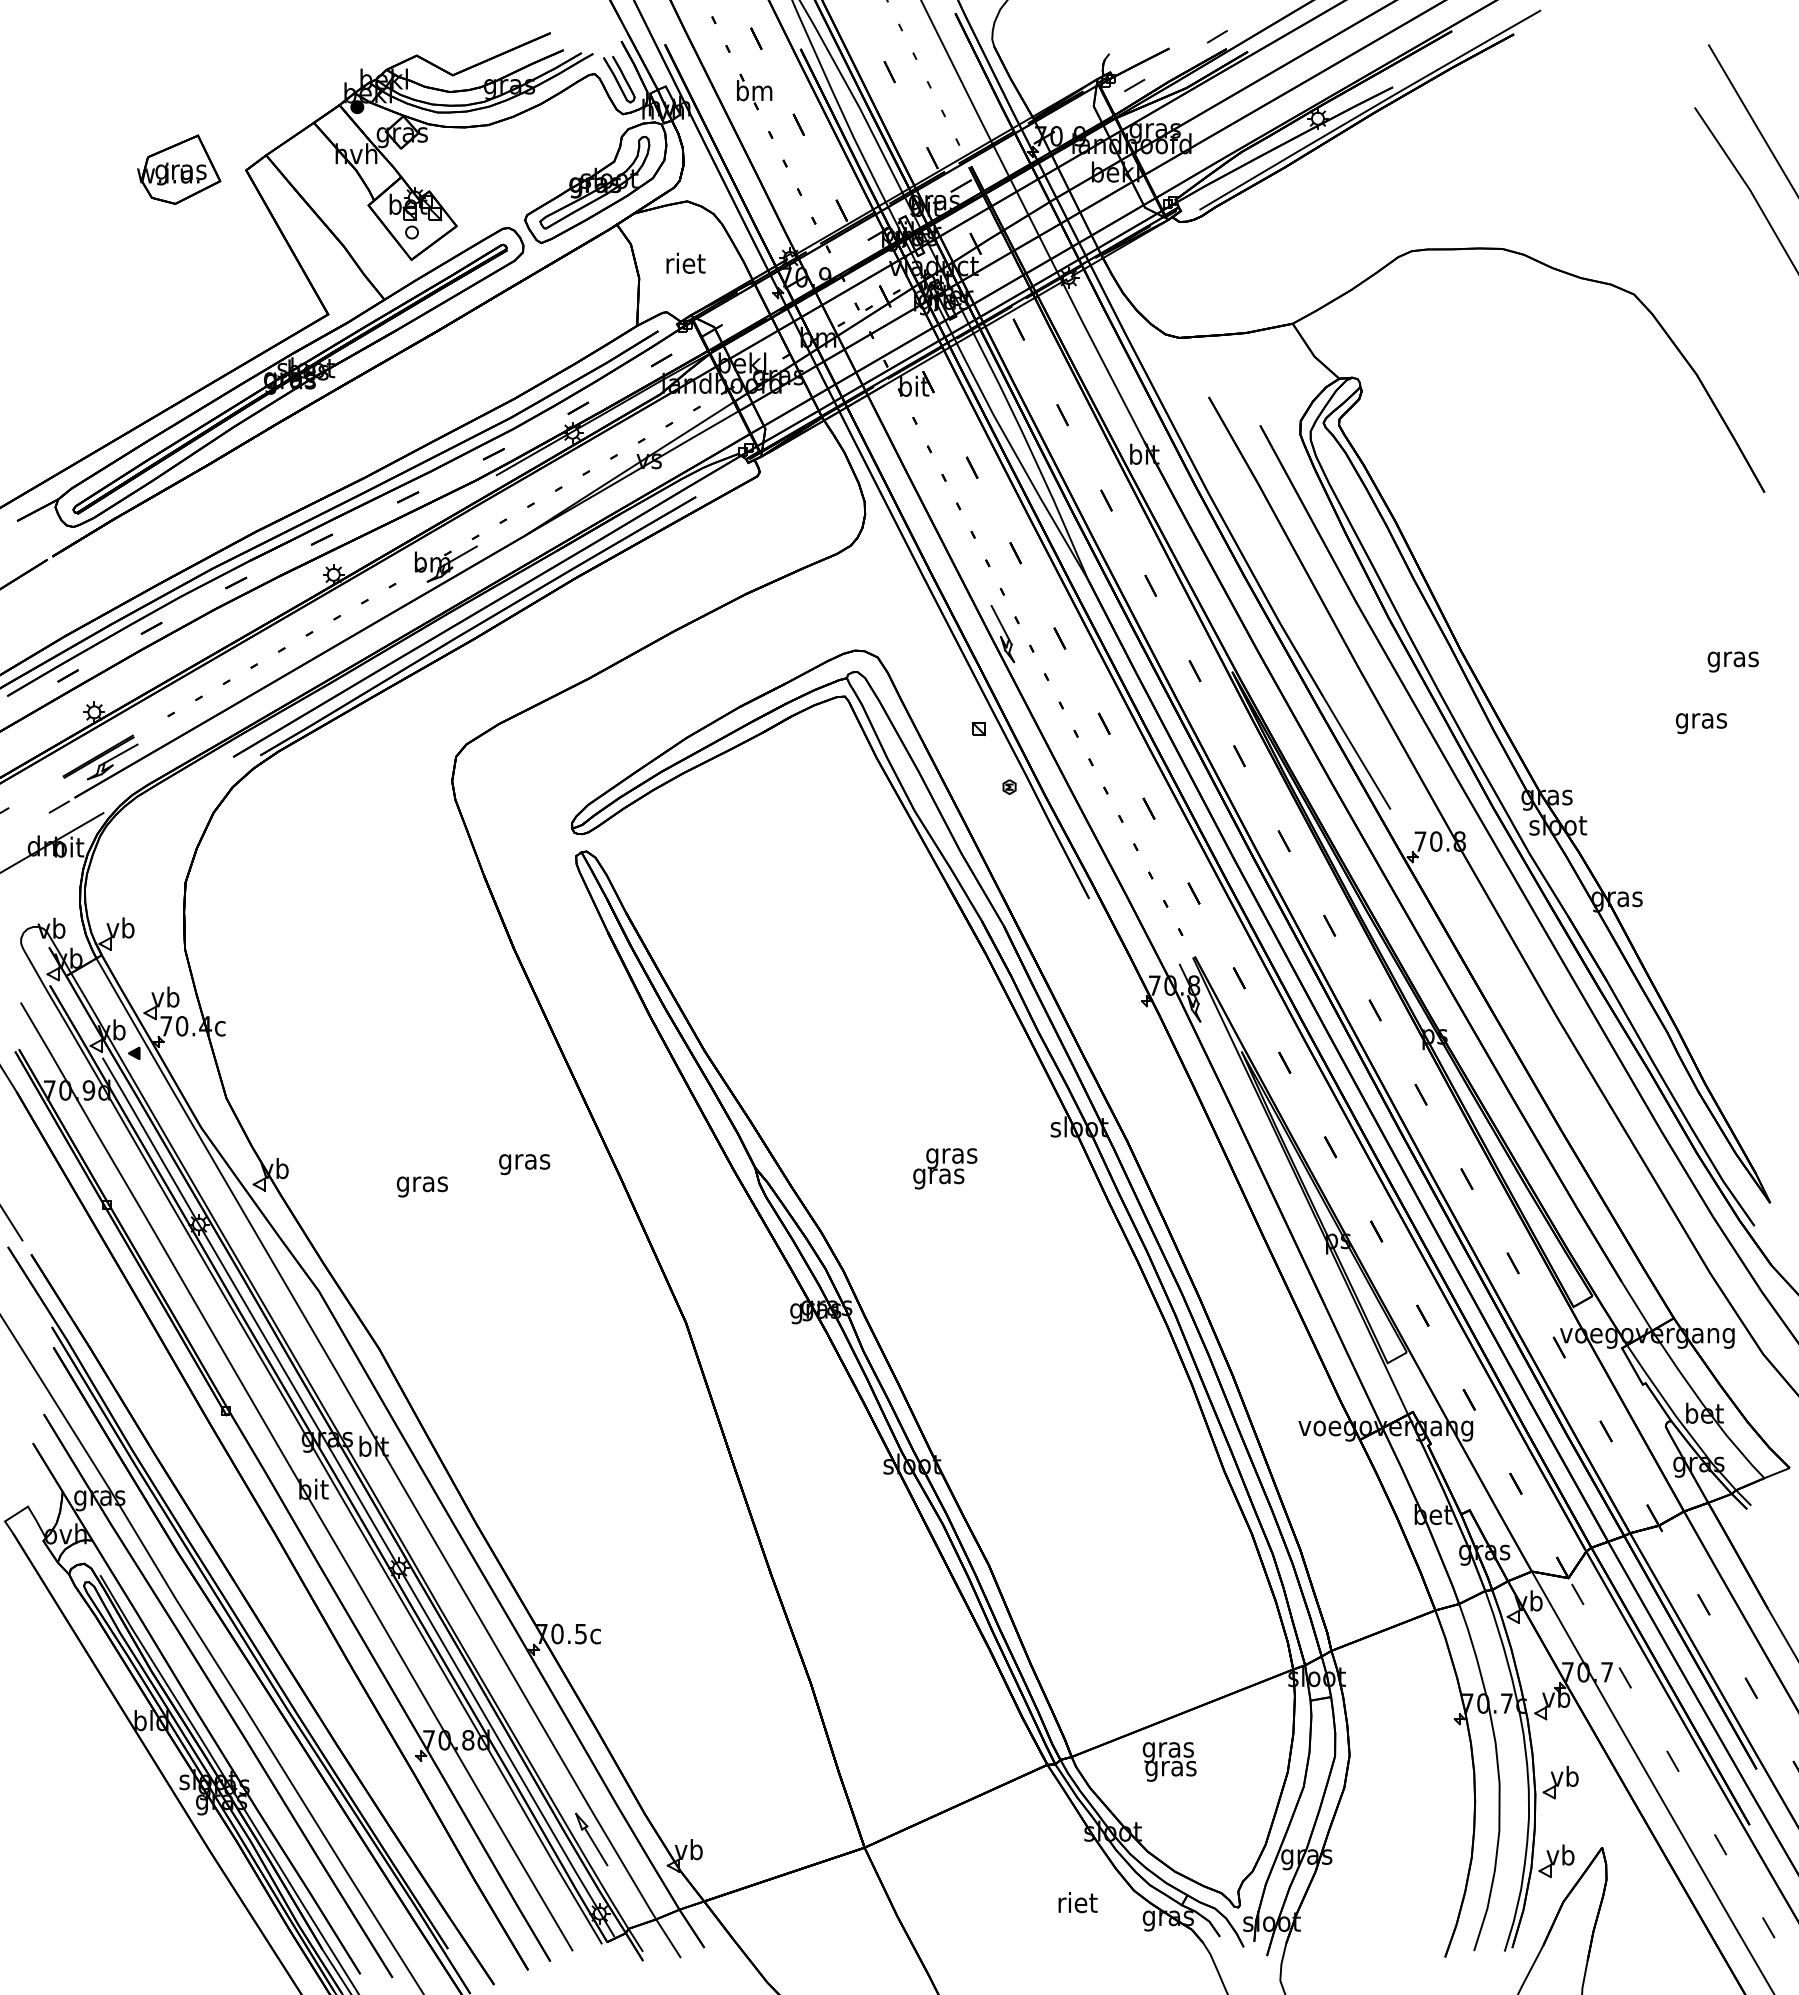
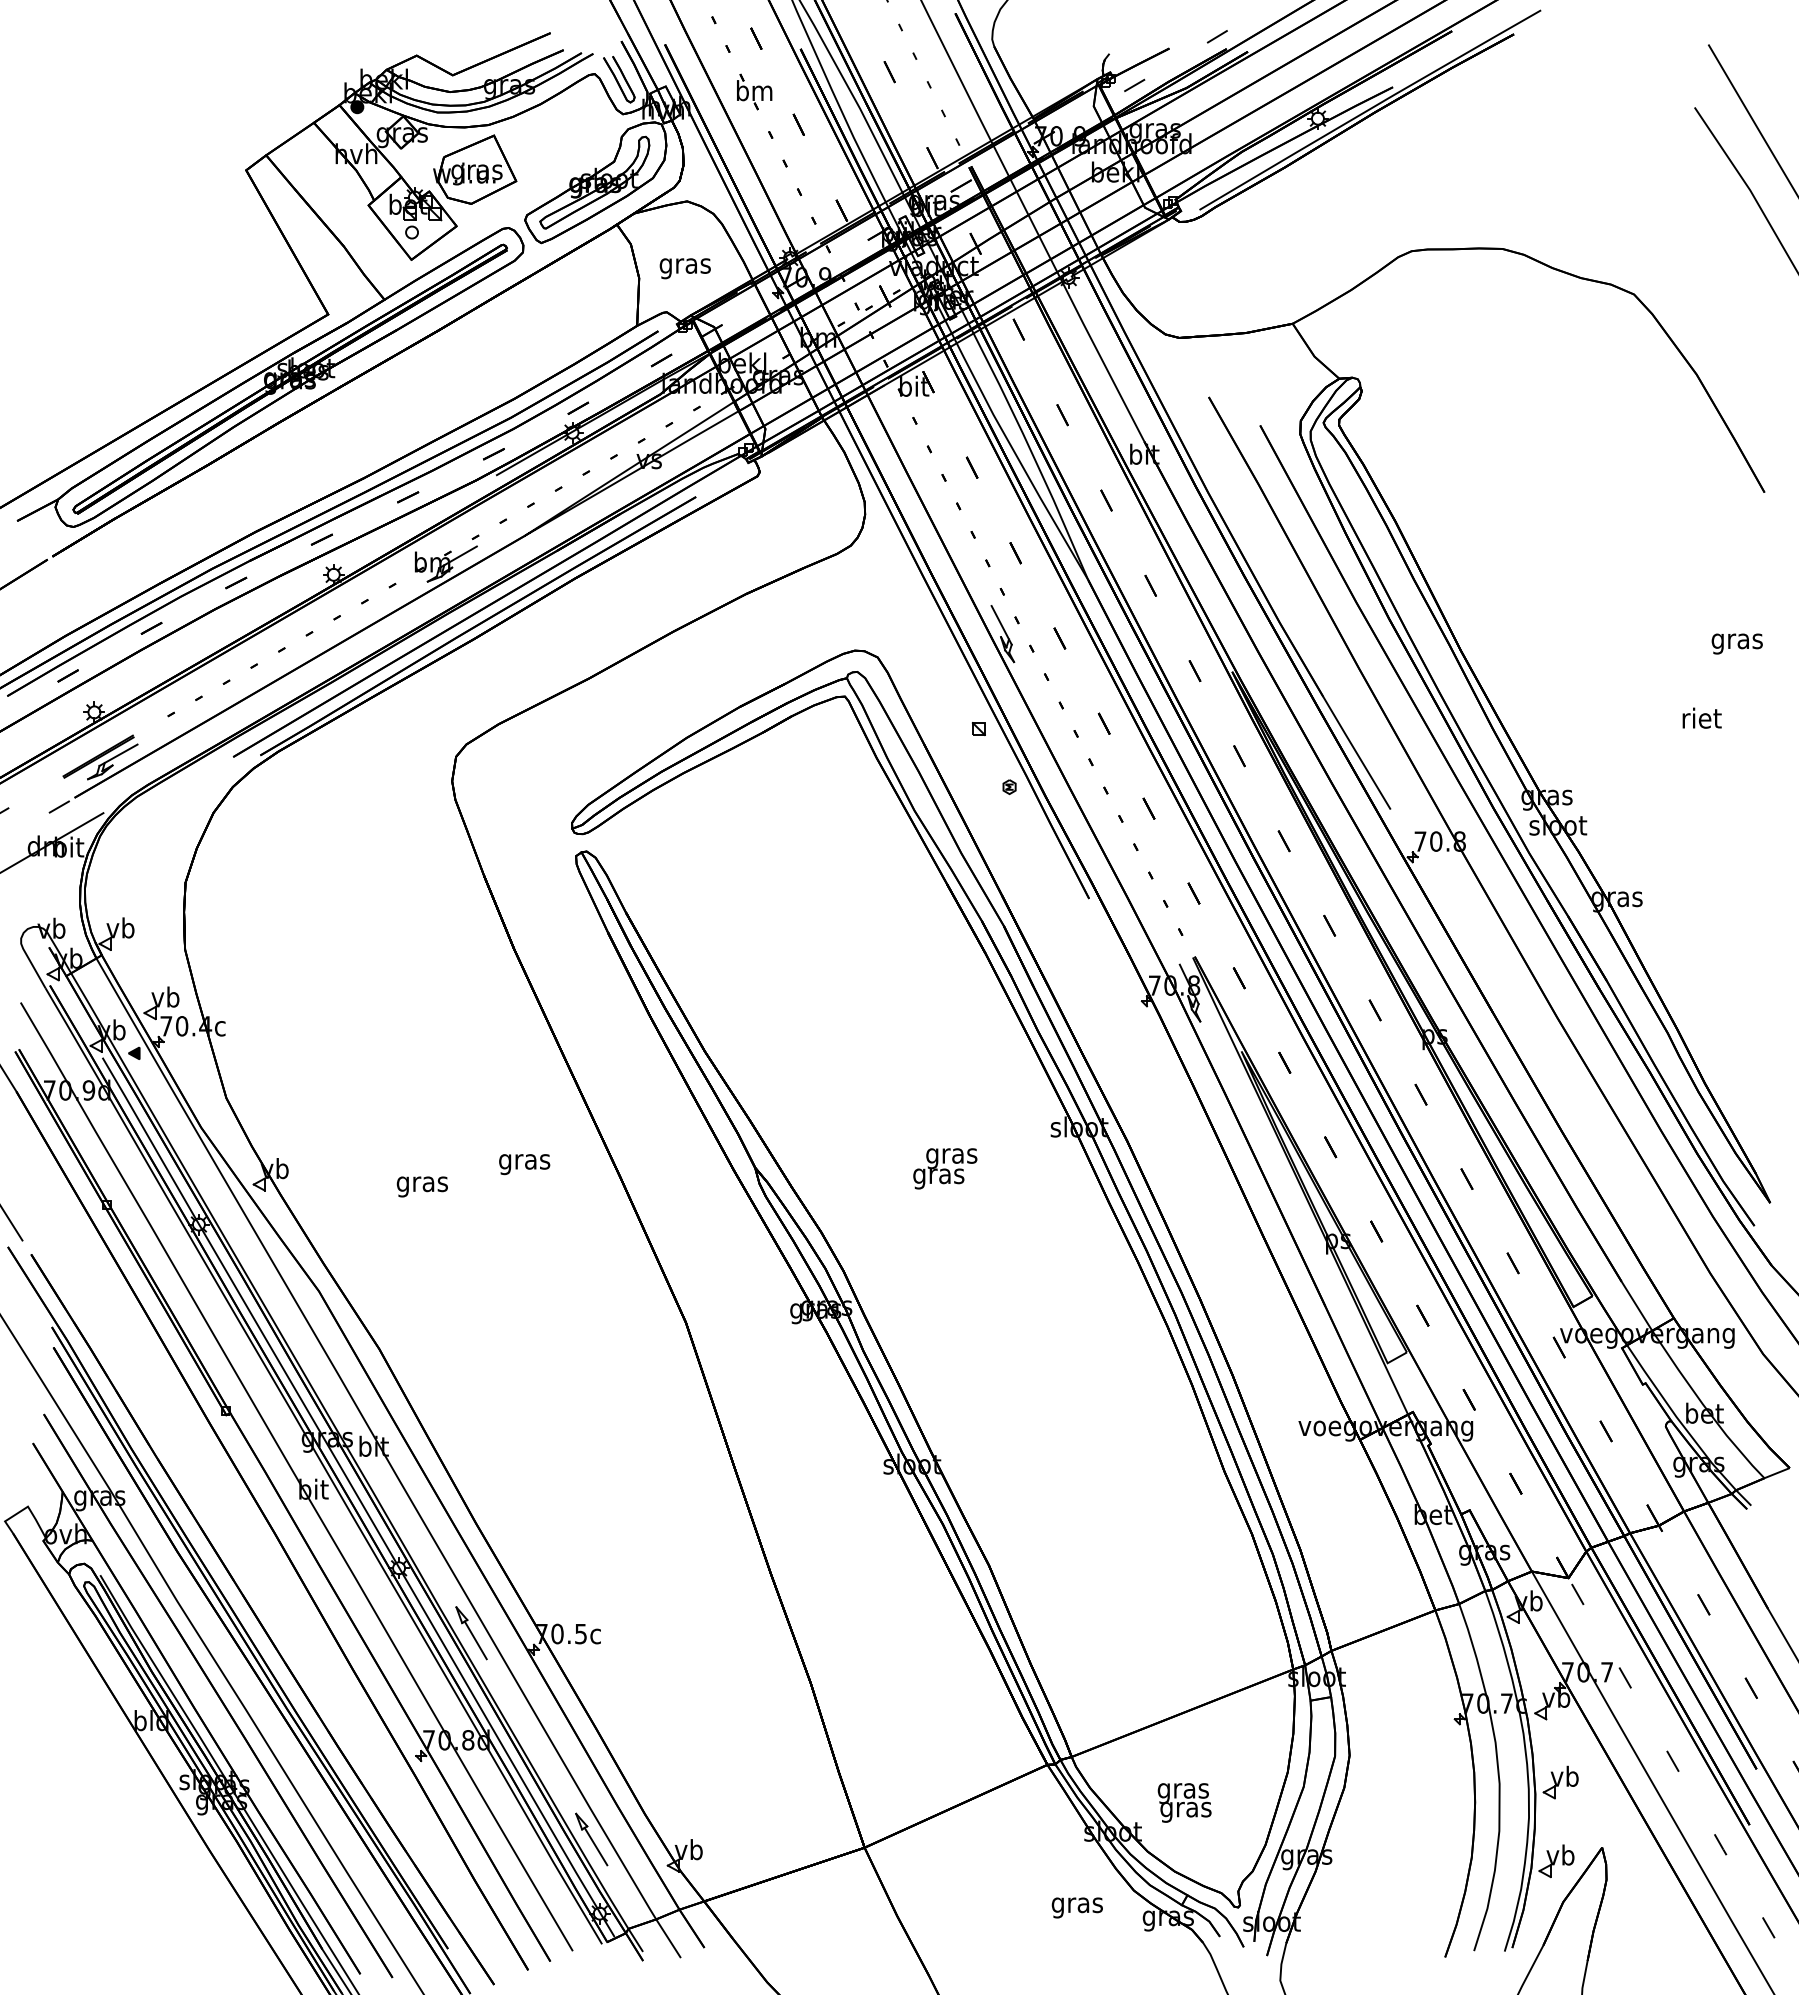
part at (179, 169) position: (179, 169) -> (475, 169)
text at (684, 265): riet -> gras
text at (1732, 661) position: (1732, 661) -> (1736, 643)
text at (1701, 720): gras -> riet
part at (471, 1633): none -> present
text at (1169, 1761) position: (1169, 1761) -> (1184, 1802)
text at (1076, 1905): riet -> gras
